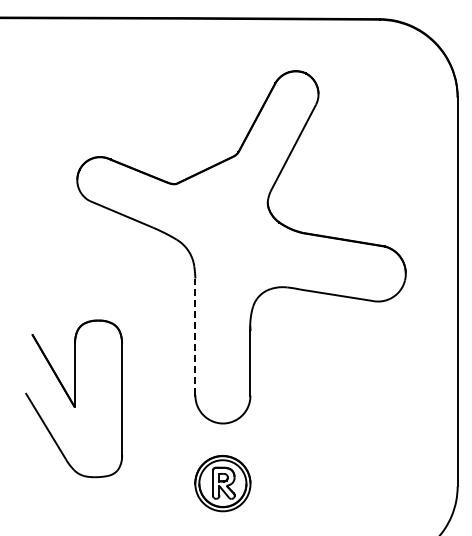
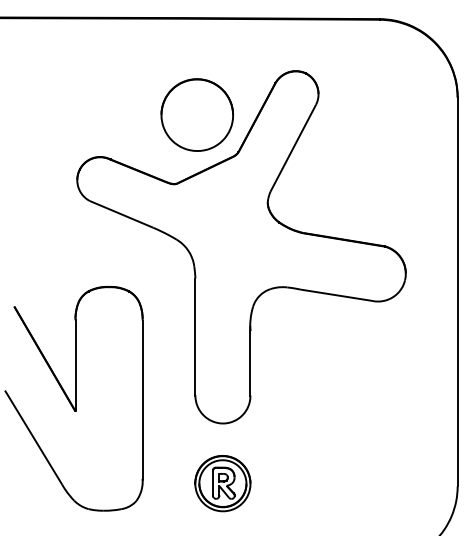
part at (197, 114): none -> present
line at (195, 336): dashed -> solid
part at (73, 398) size: 98x160 px -> 140x226 px
